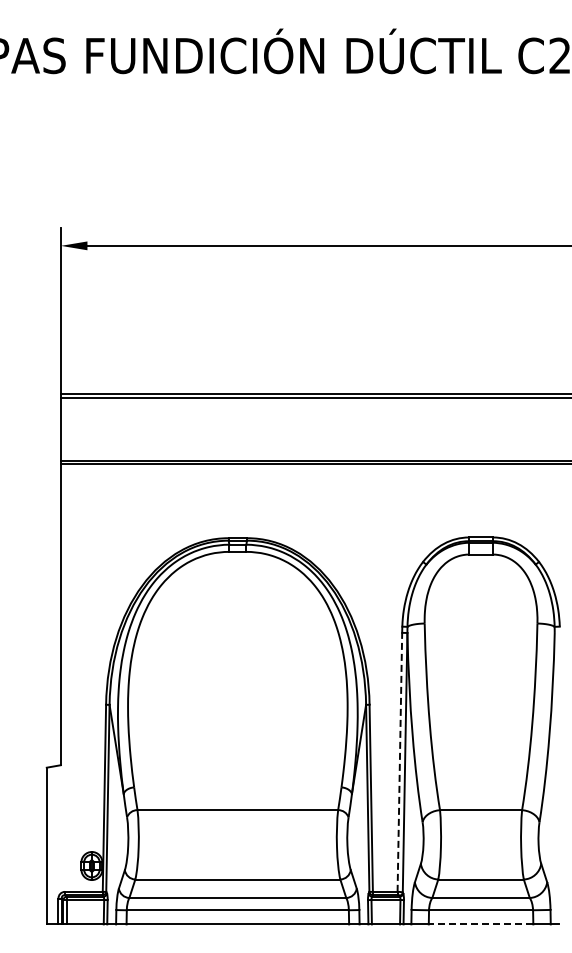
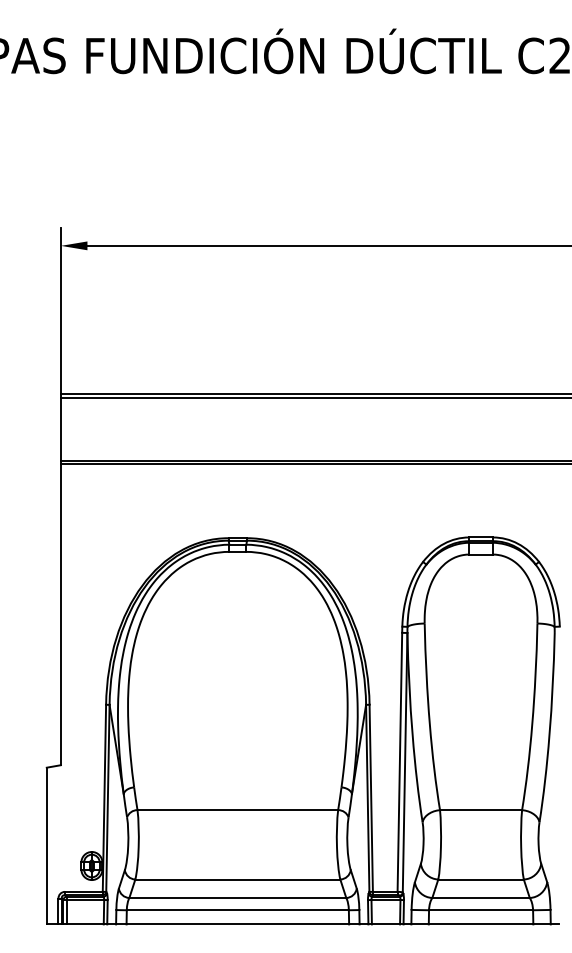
line at (399, 762): dashed -> solid
line at (480, 924): dashed -> solid
